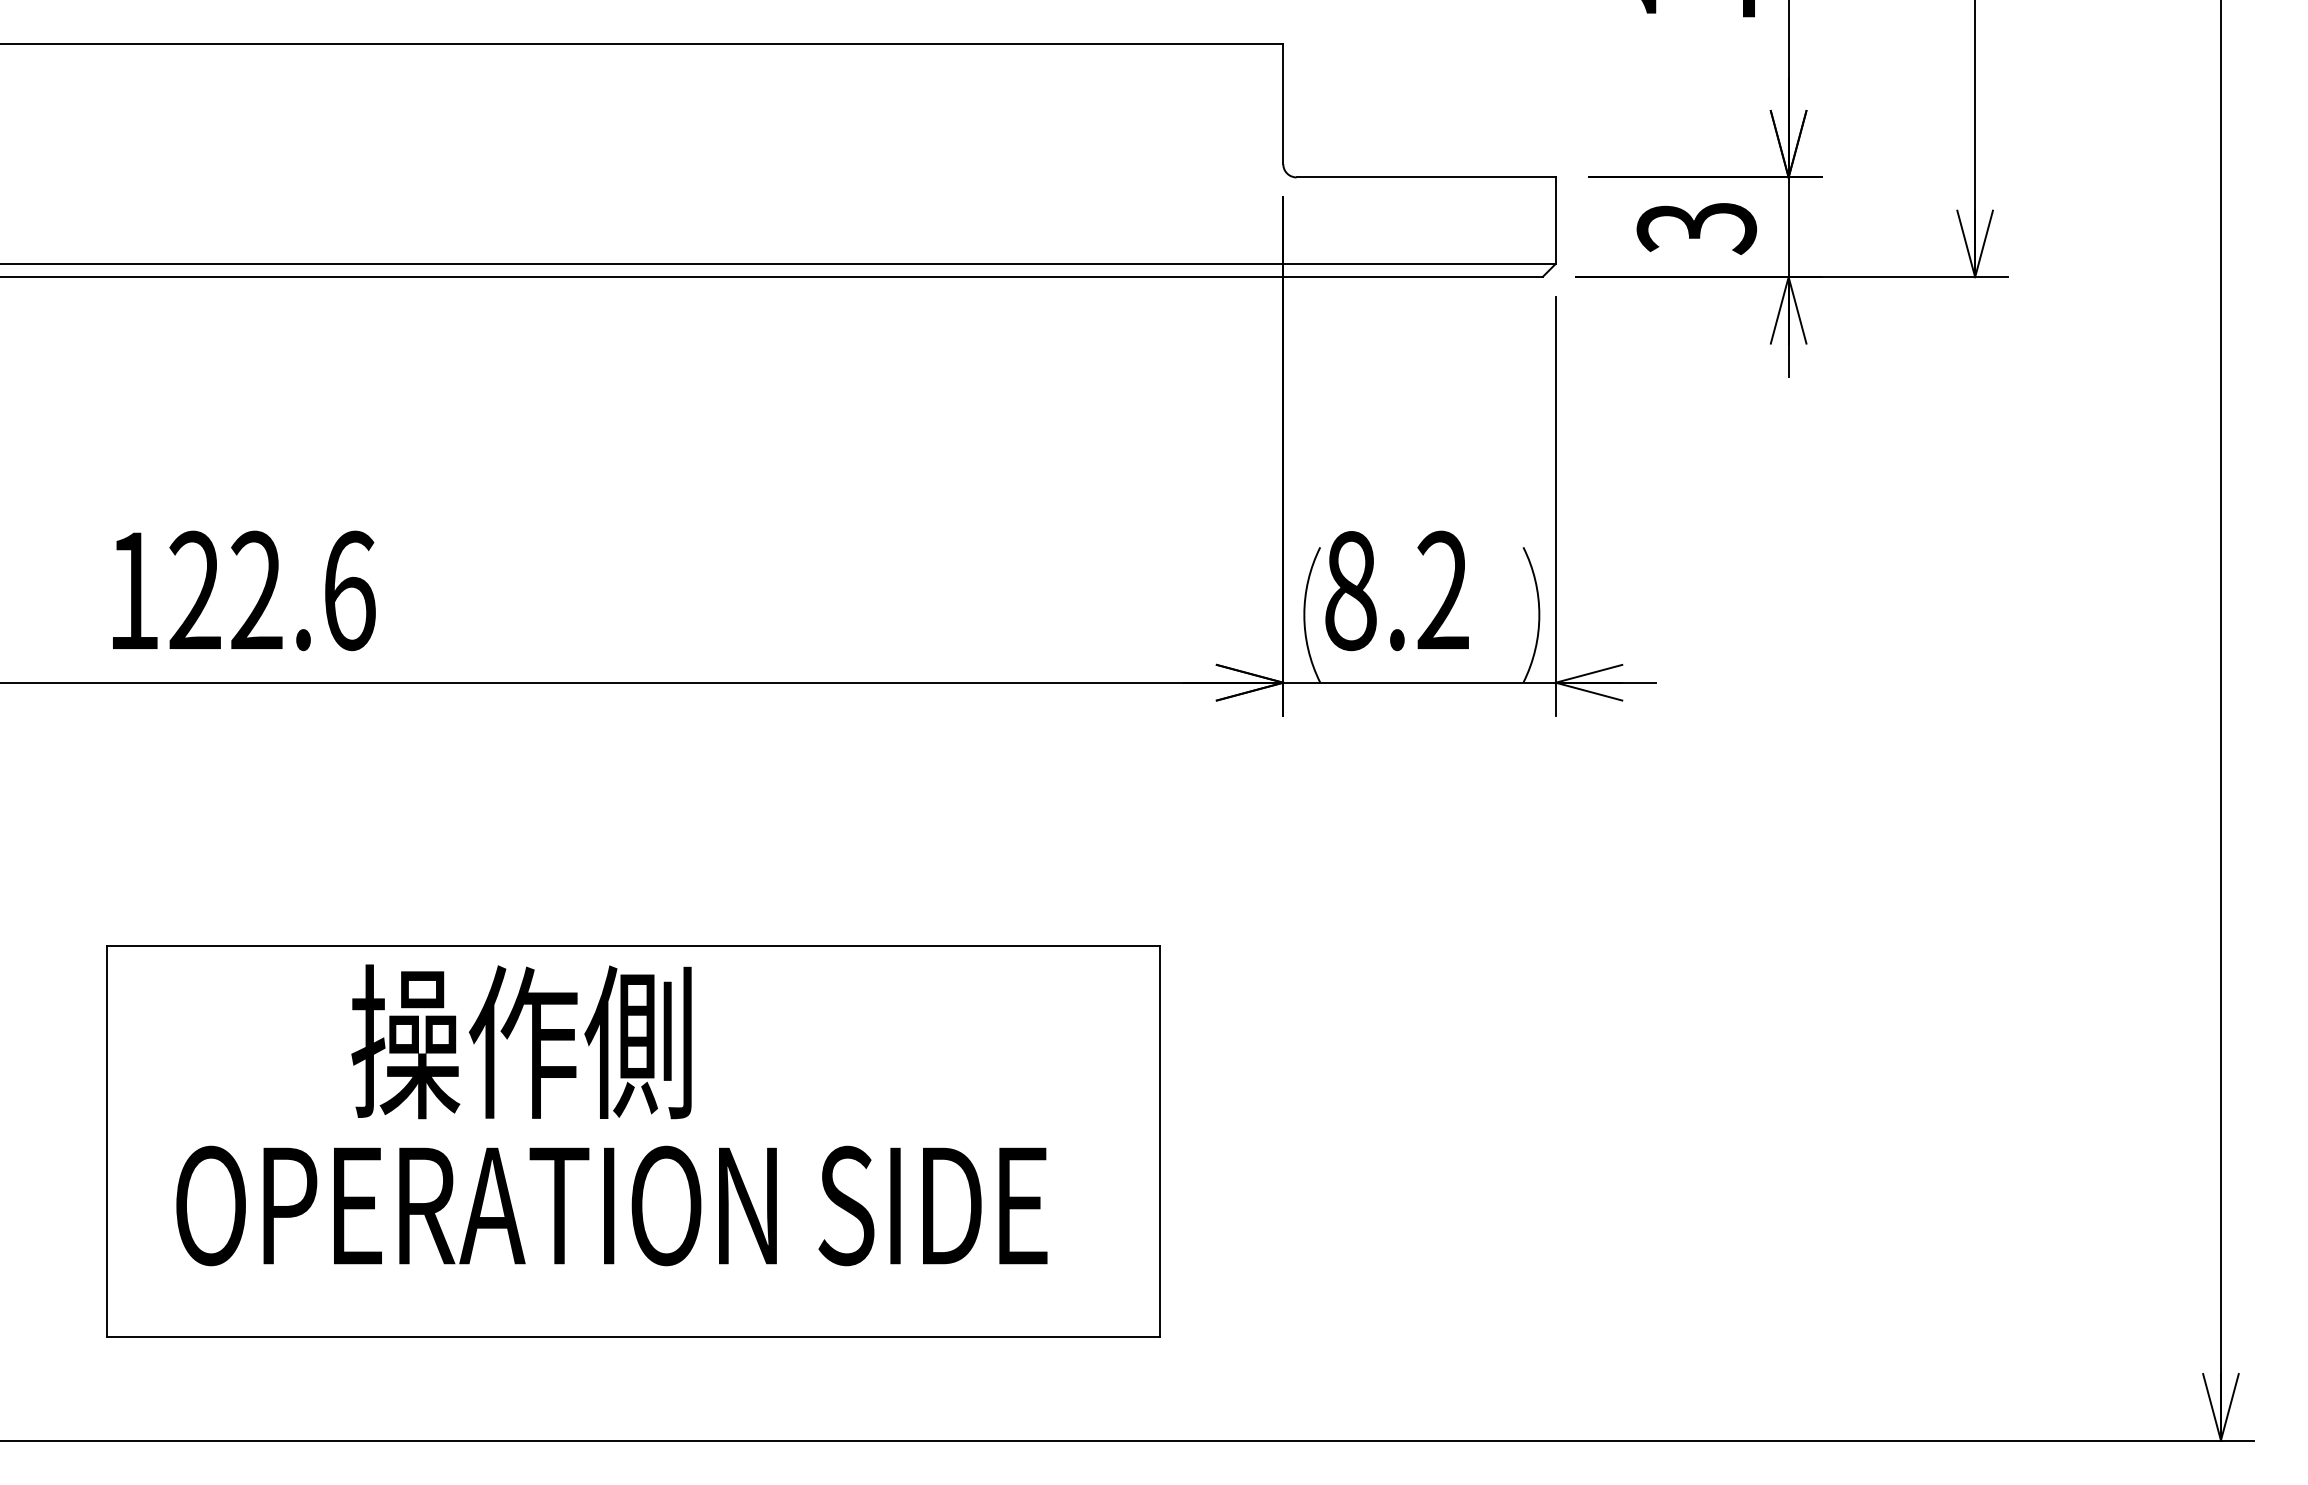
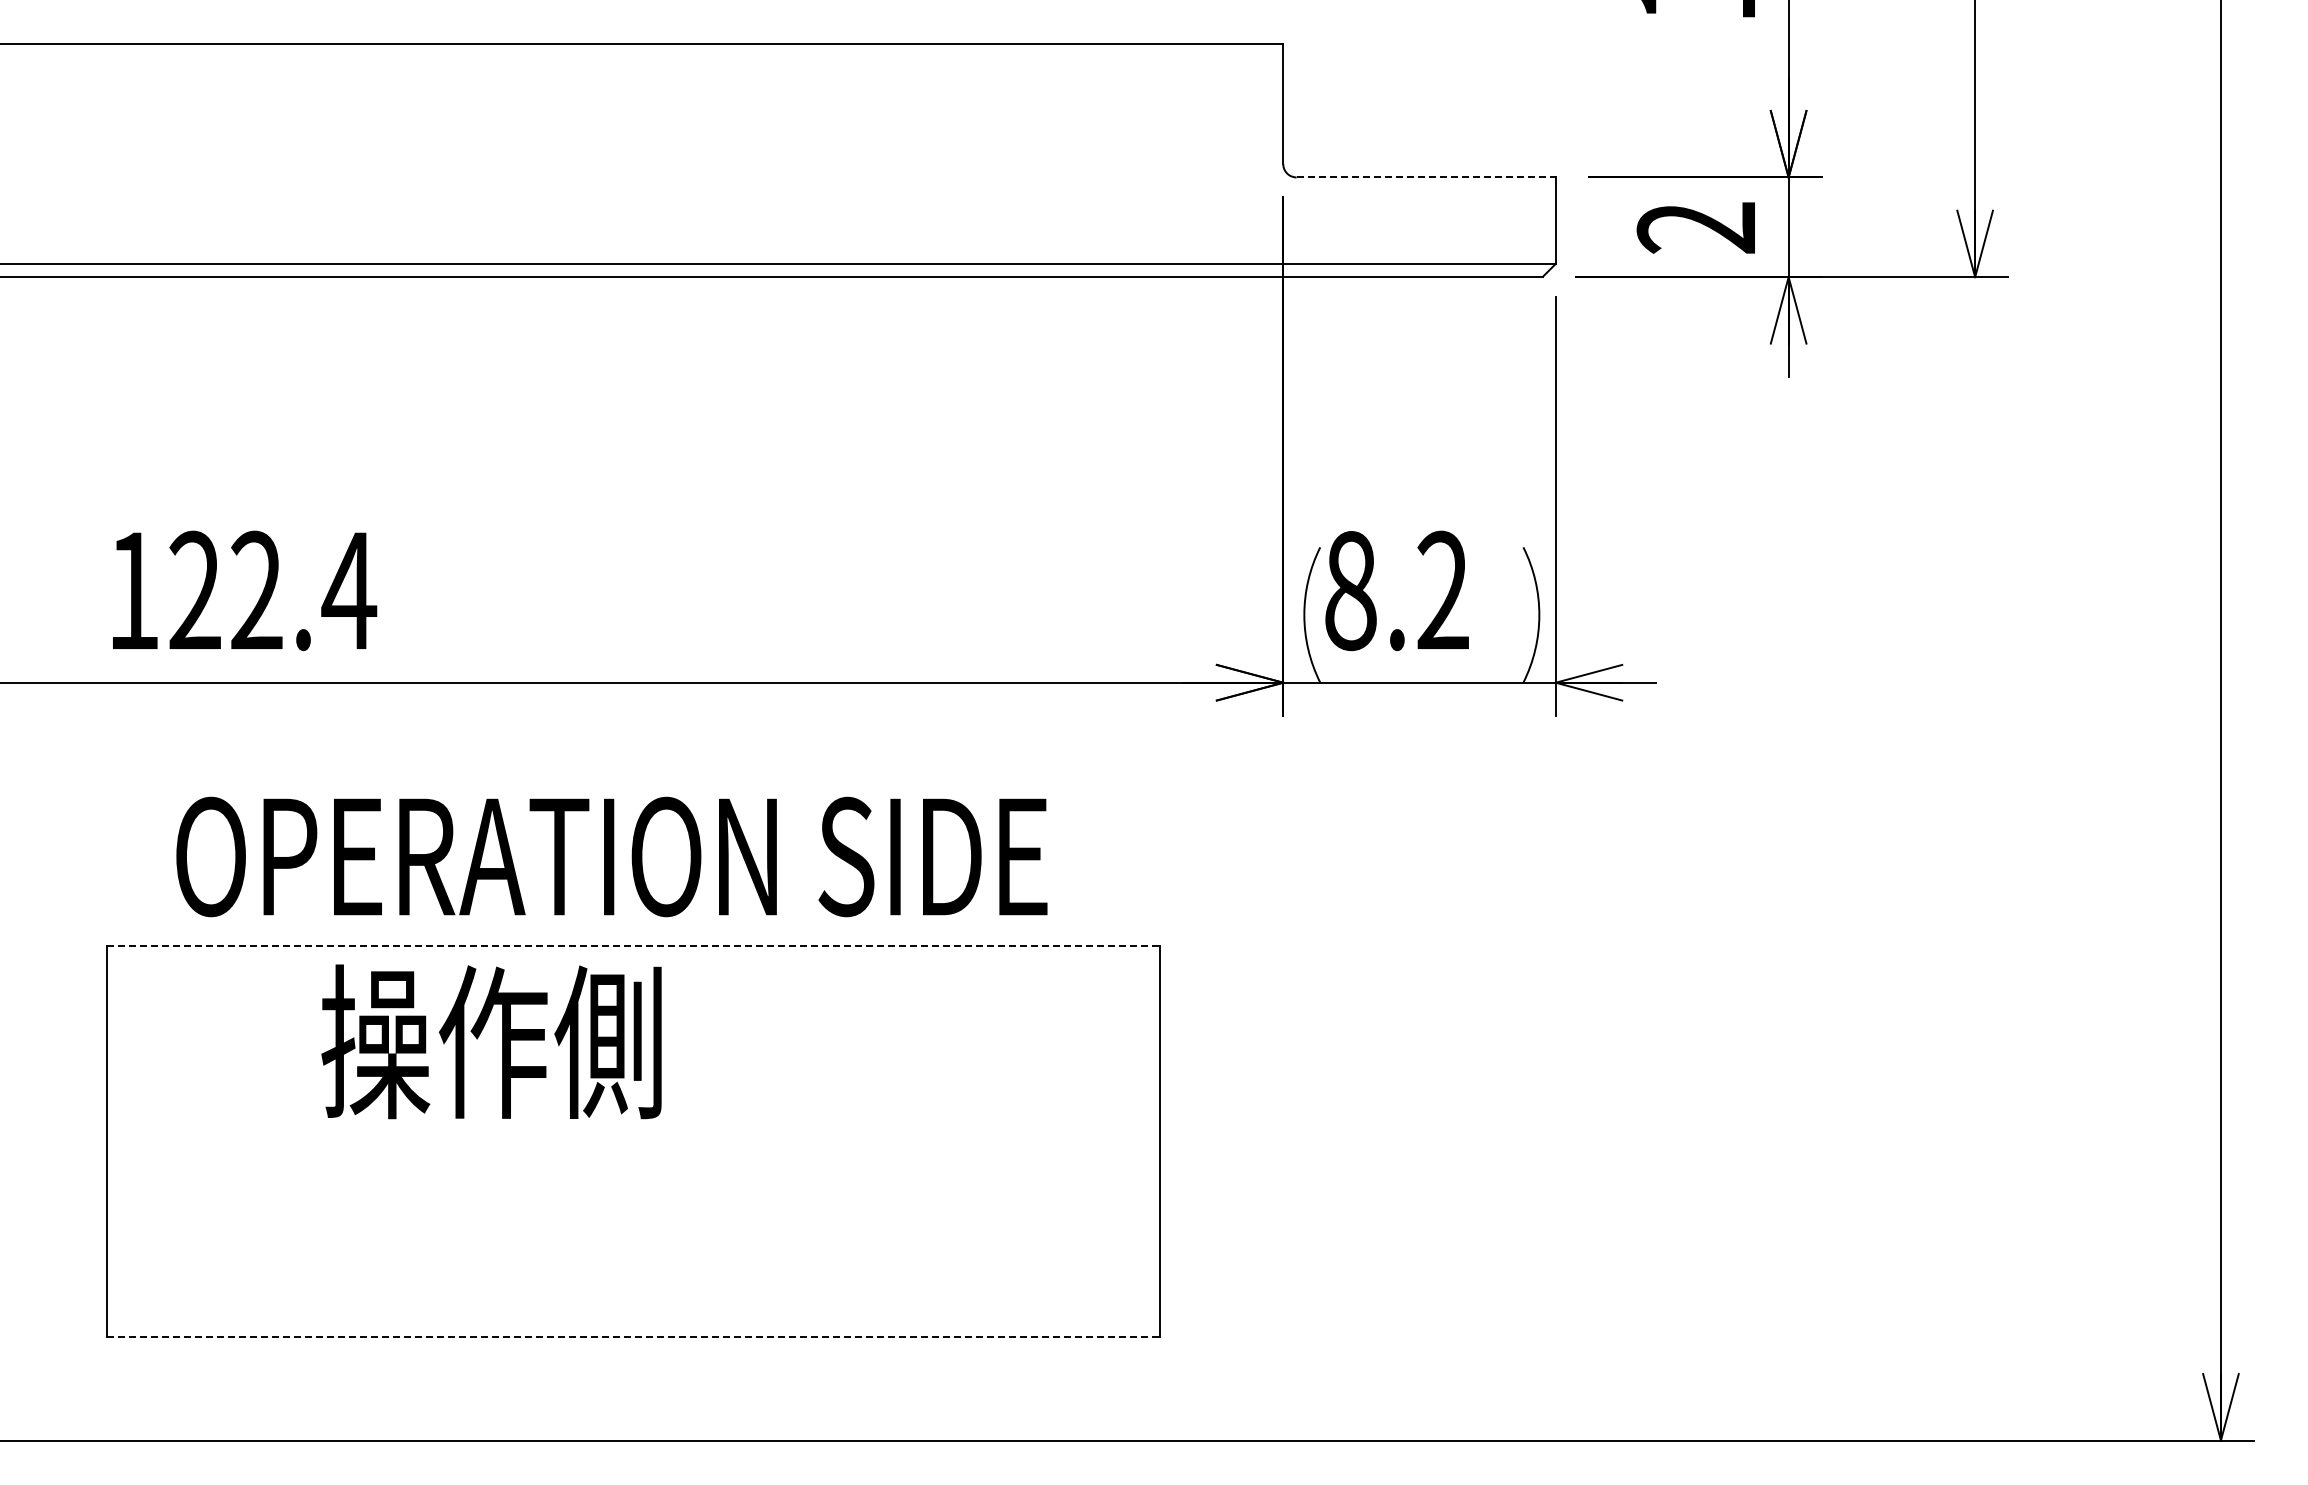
line at (1426, 177): solid -> dashed
text at (1696, 228): 3 -> 2
text at (349, 590): 122.6 -> 122.4
line at (633, 946): solid -> dashed
text at (521, 1041) position: (521, 1041) -> (491, 1041)
text at (611, 1205) position: (611, 1205) -> (611, 856)
line at (633, 1336): solid -> dashed
